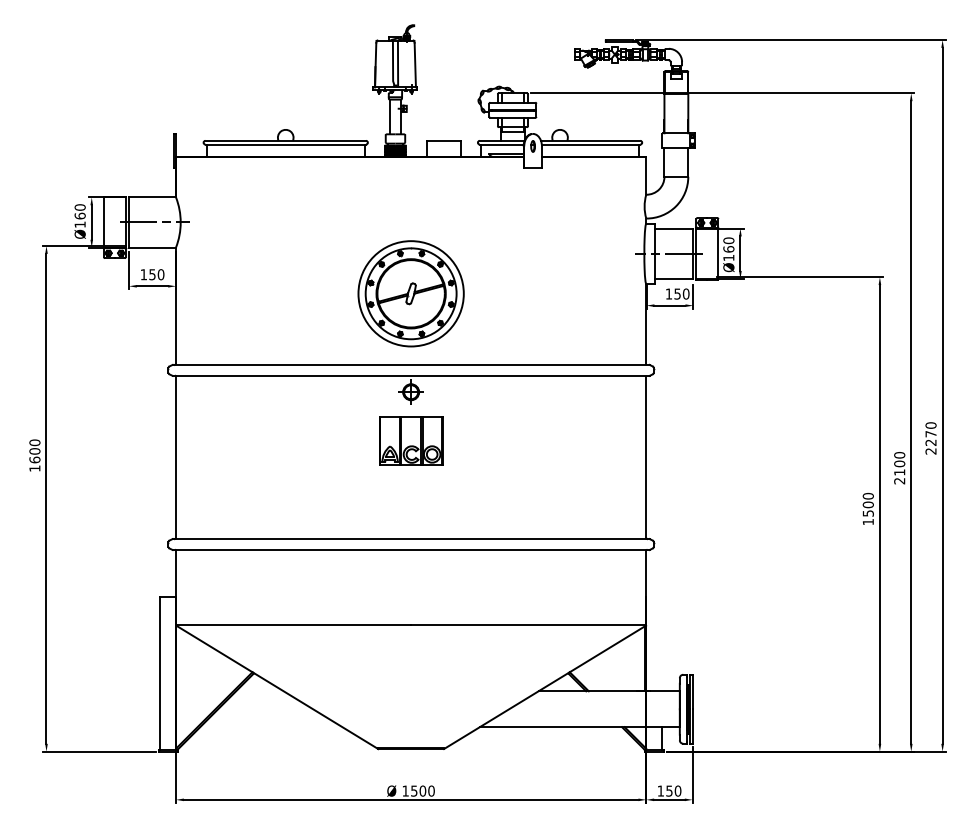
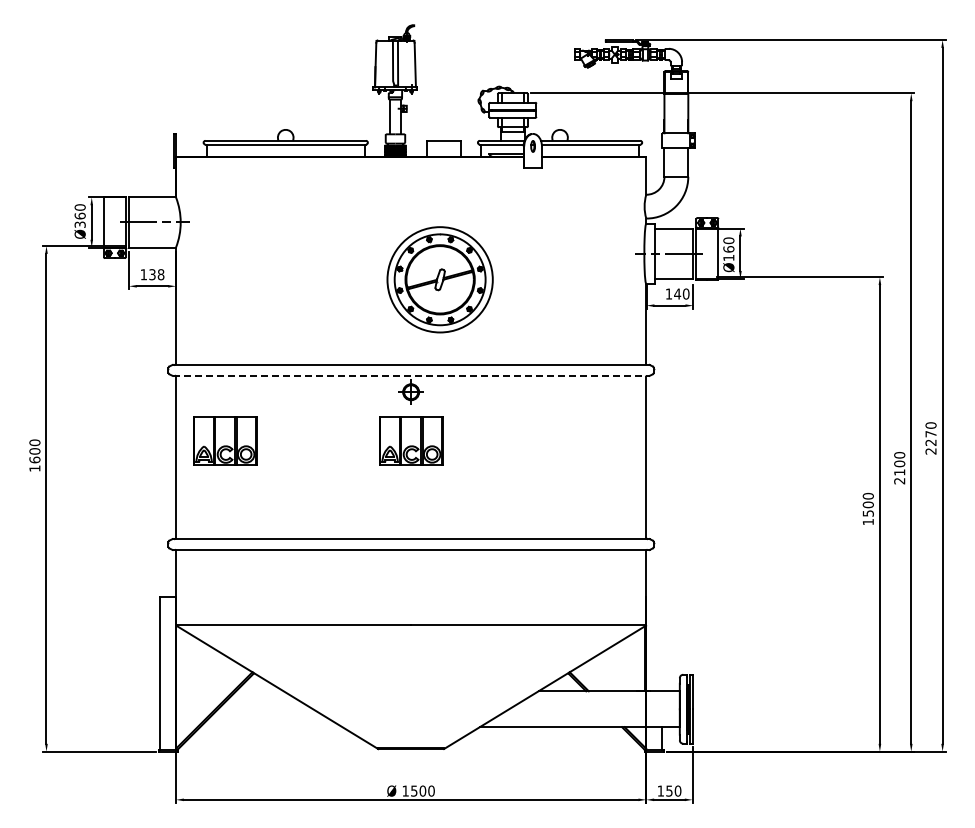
text at (79, 224): Ø160 -> Ø360
text at (156, 274): 150 -> 138
part at (410, 293) position: (410, 293) -> (439, 279)
text at (677, 293): 150 -> 140
line at (411, 375): solid -> dashed
part at (225, 440): none -> present
